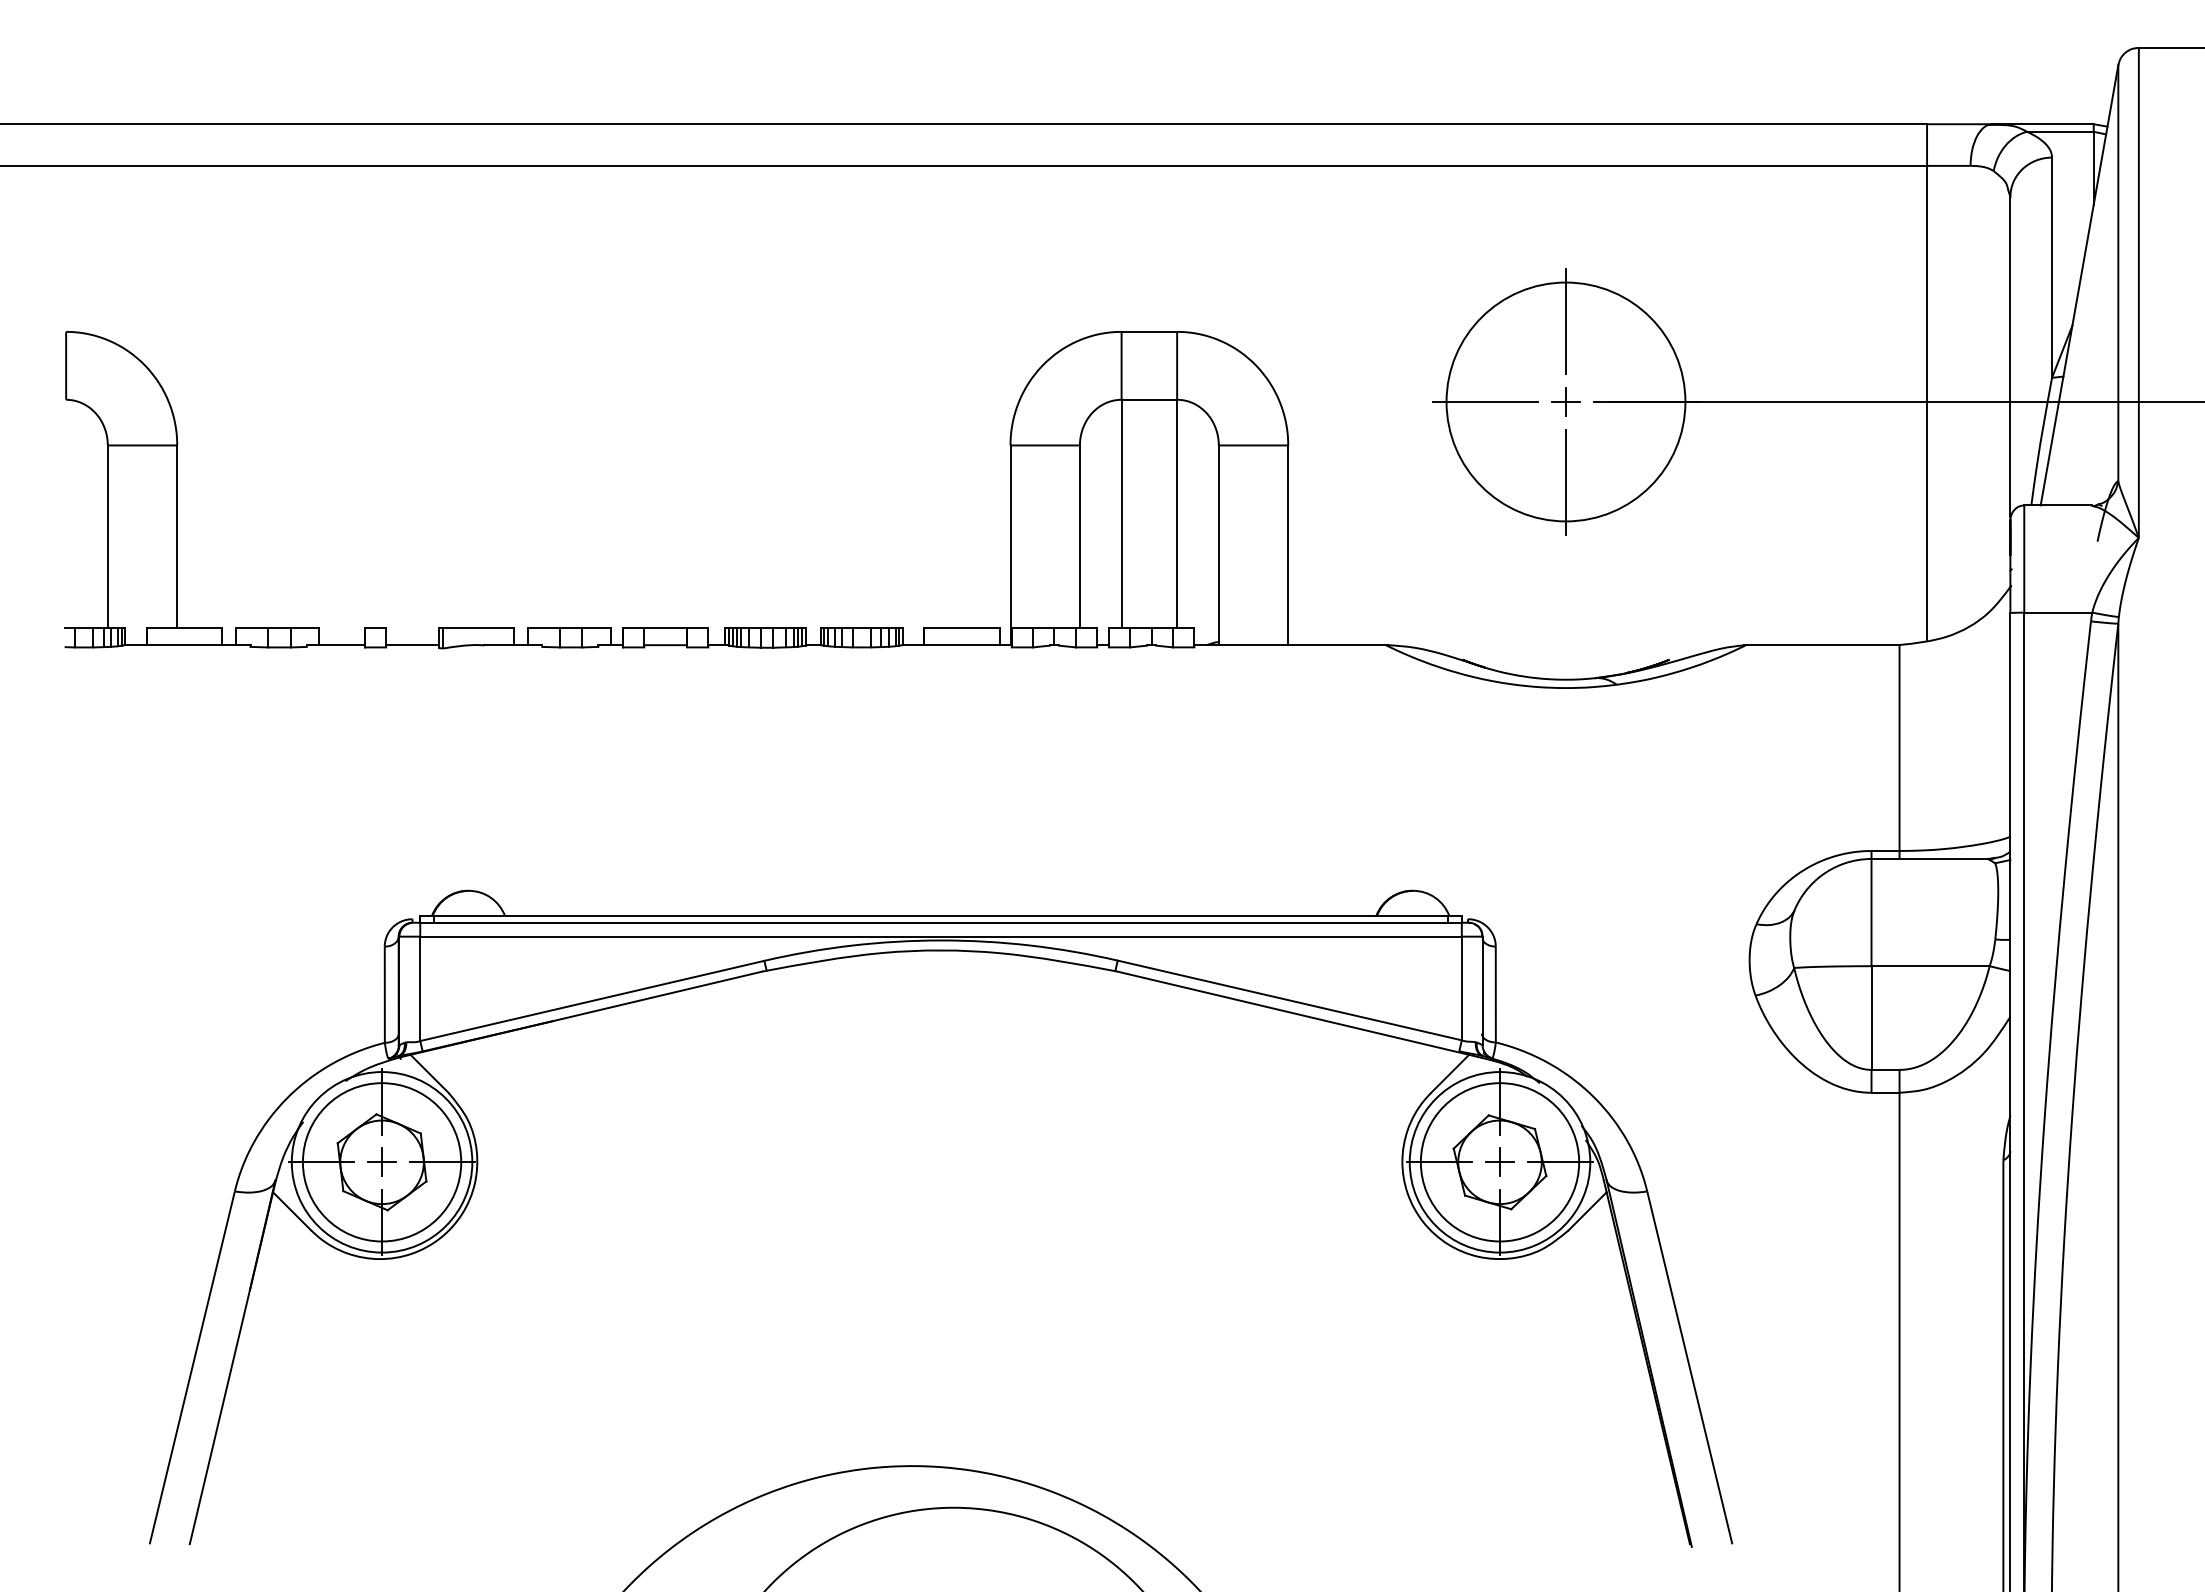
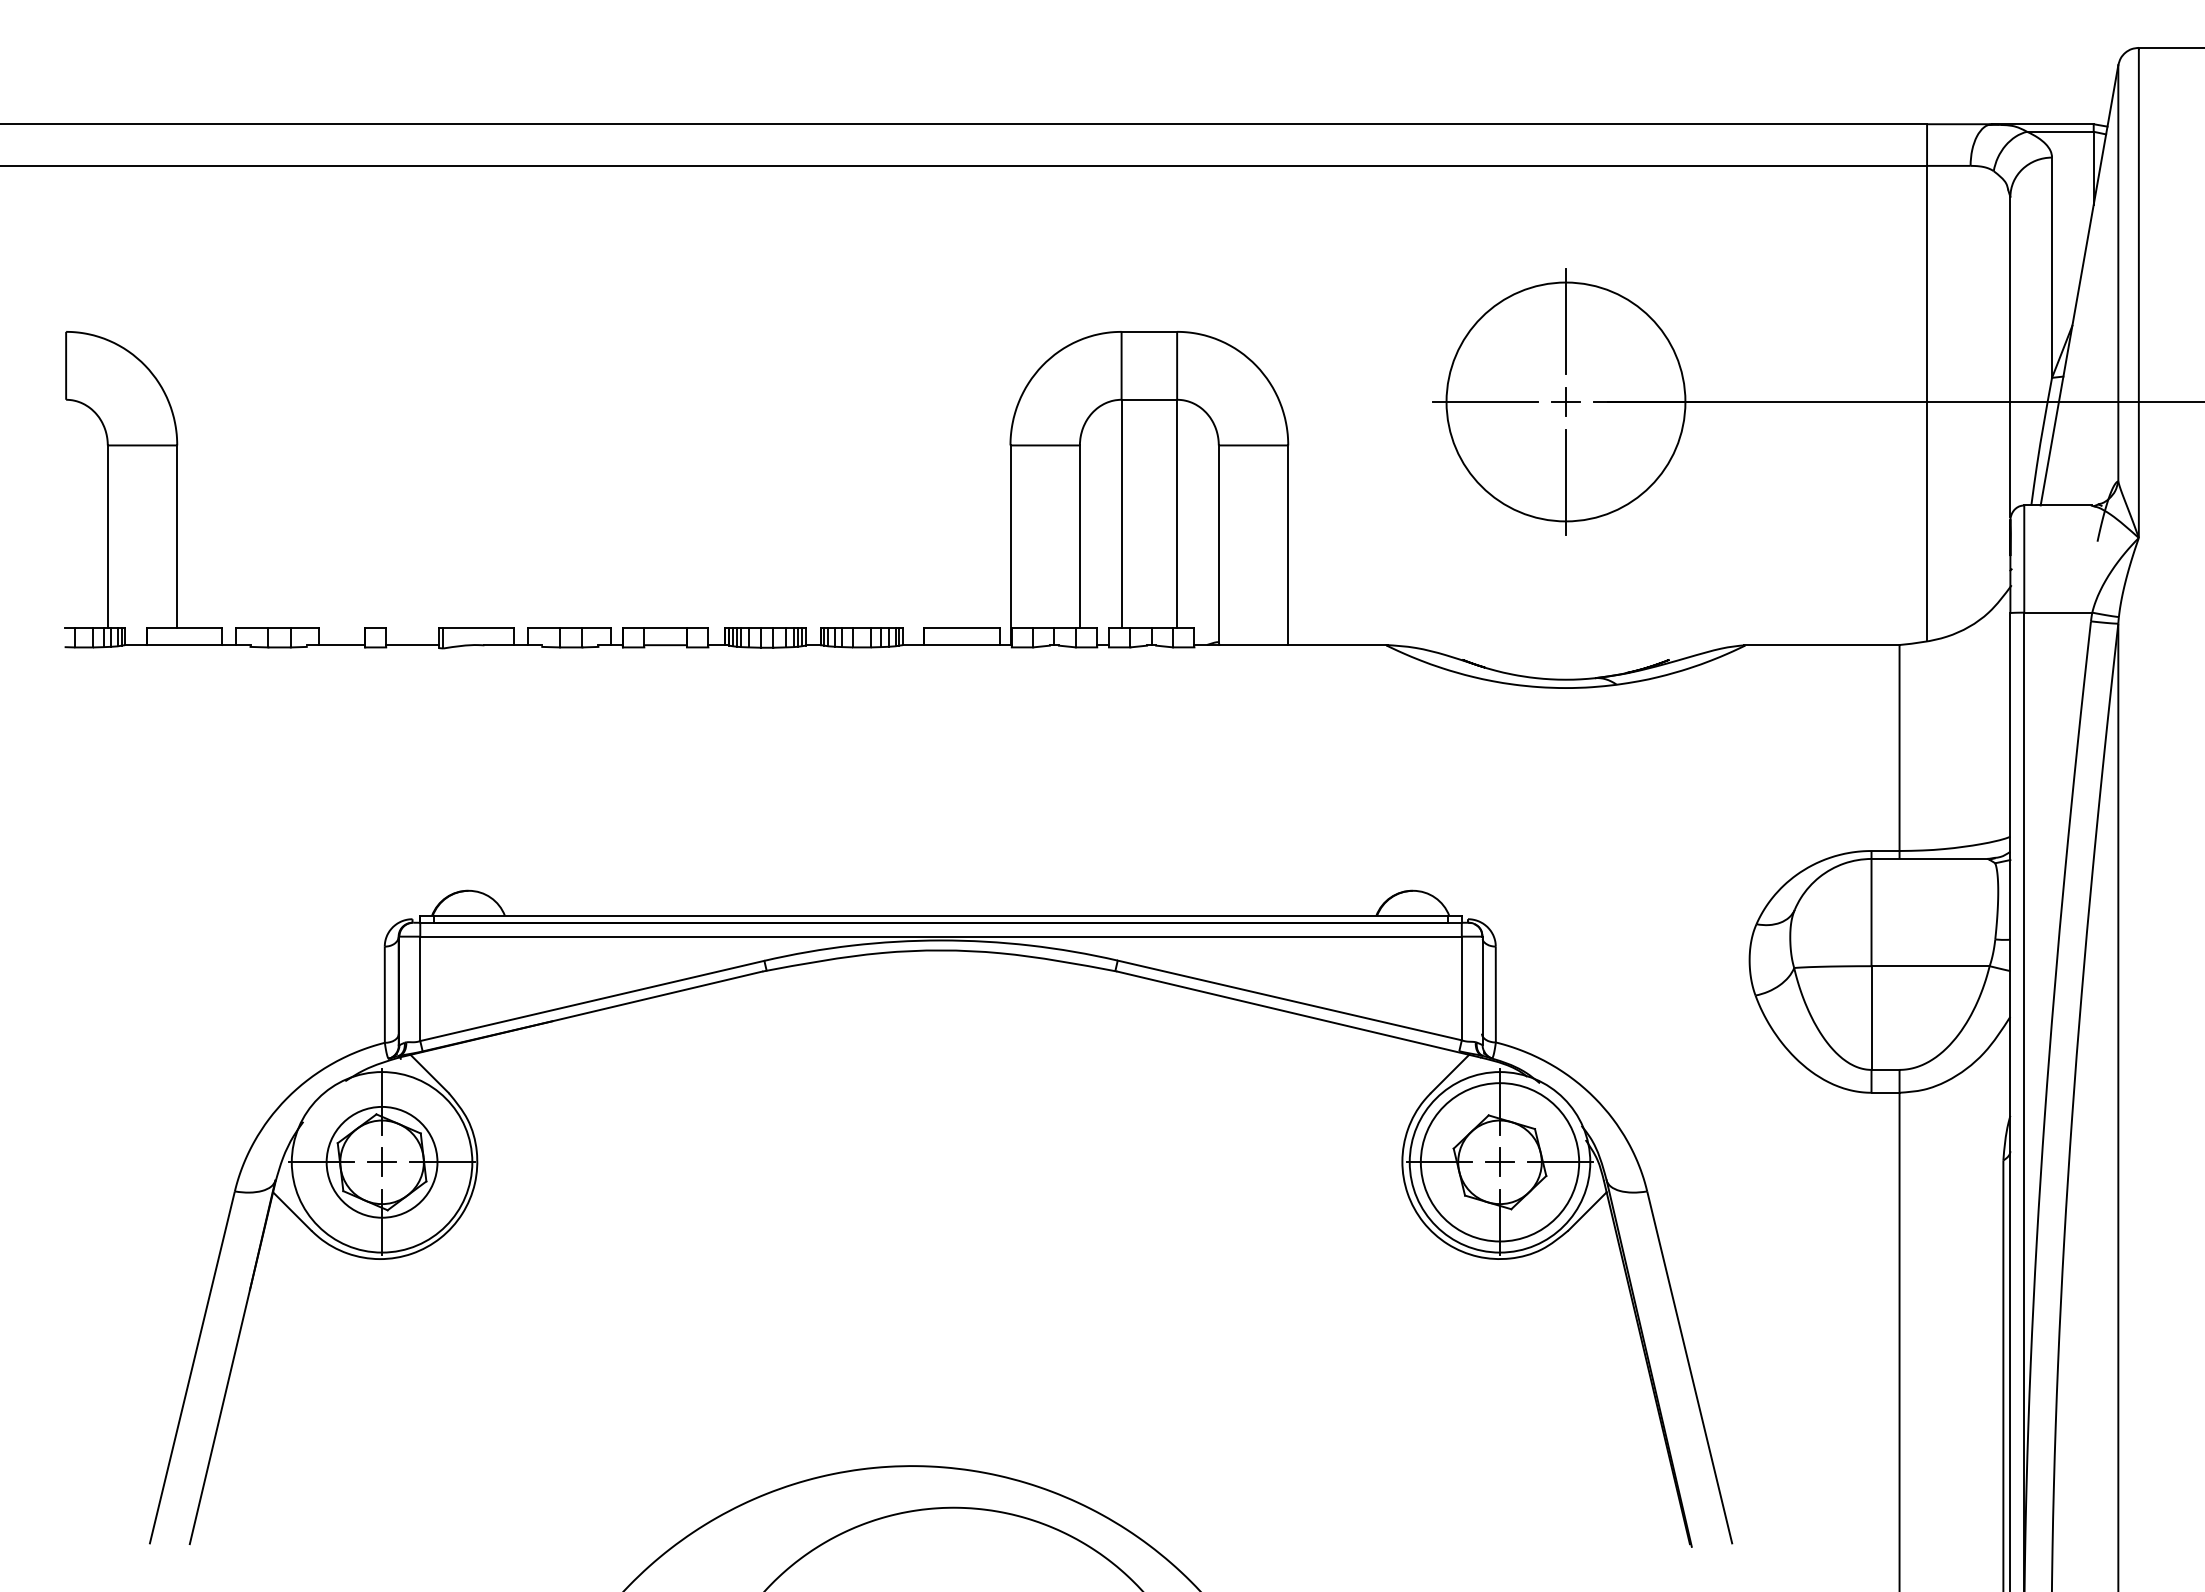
circle at (381, 1162) diameter: 158 px -> 111 px
